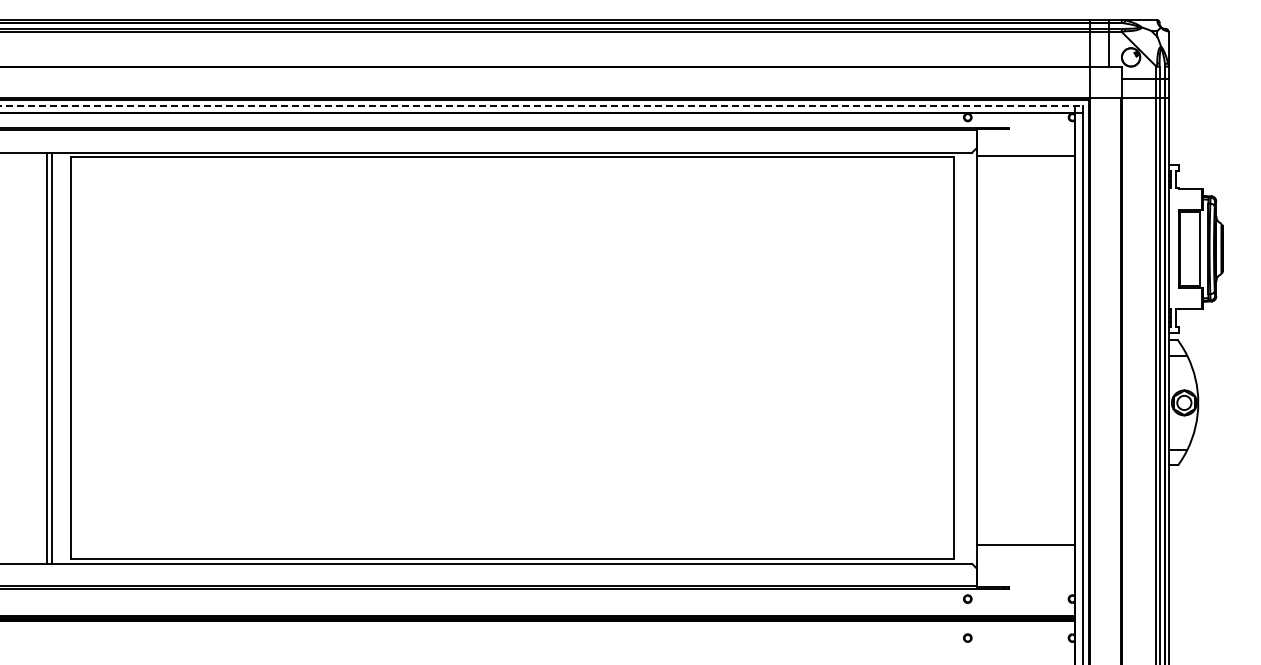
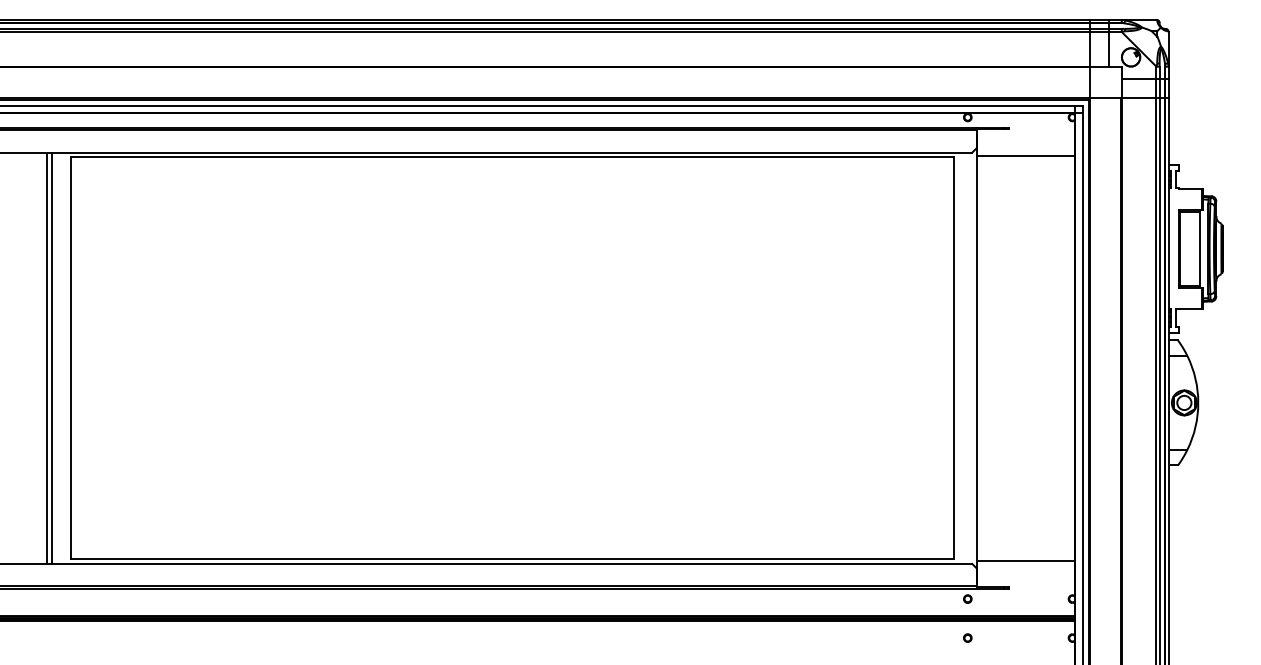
line at (541, 105): dashed -> solid
line at (1026, 544) position: (1026, 544) -> (1026, 560)
